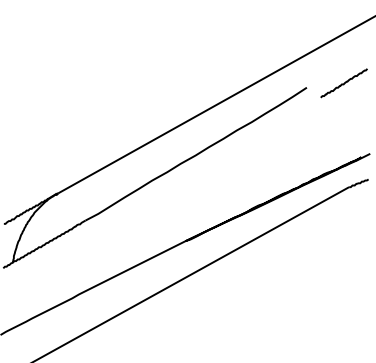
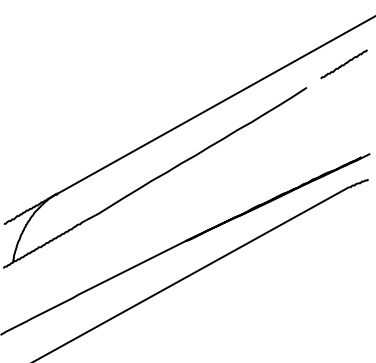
line at (343, 83) position: (343, 83) -> (343, 64)
